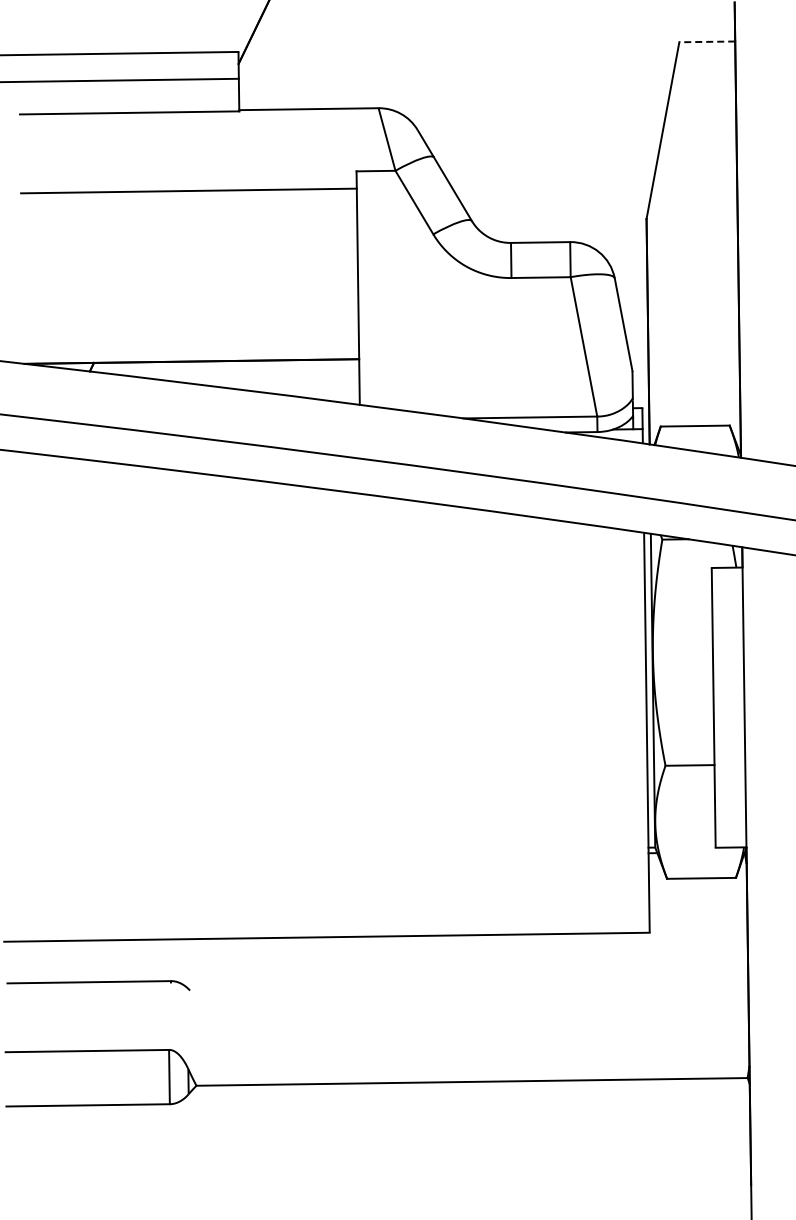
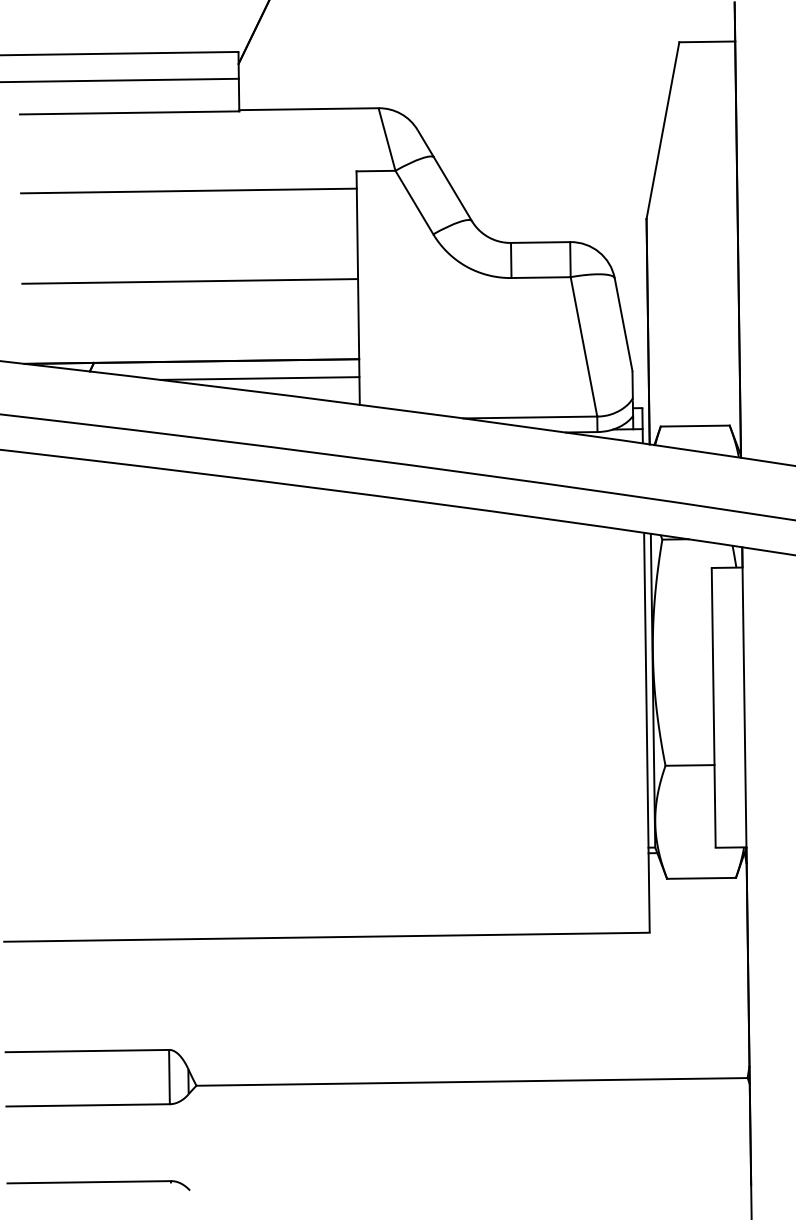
line at (707, 41): dashed -> solid
line at (190, 281): none -> present
line at (259, 378): none -> present
part at (98, 985) position: (98, 985) -> (98, 1185)
